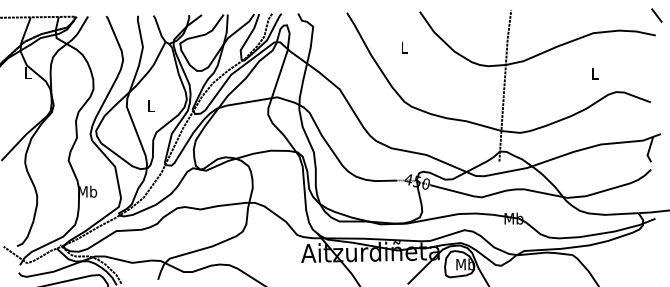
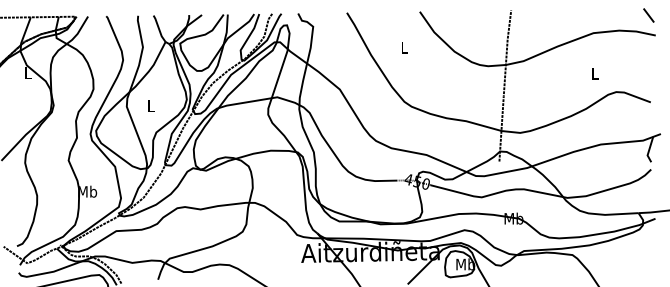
line at (656, 15) position: (656, 15) -> (648, 15)
